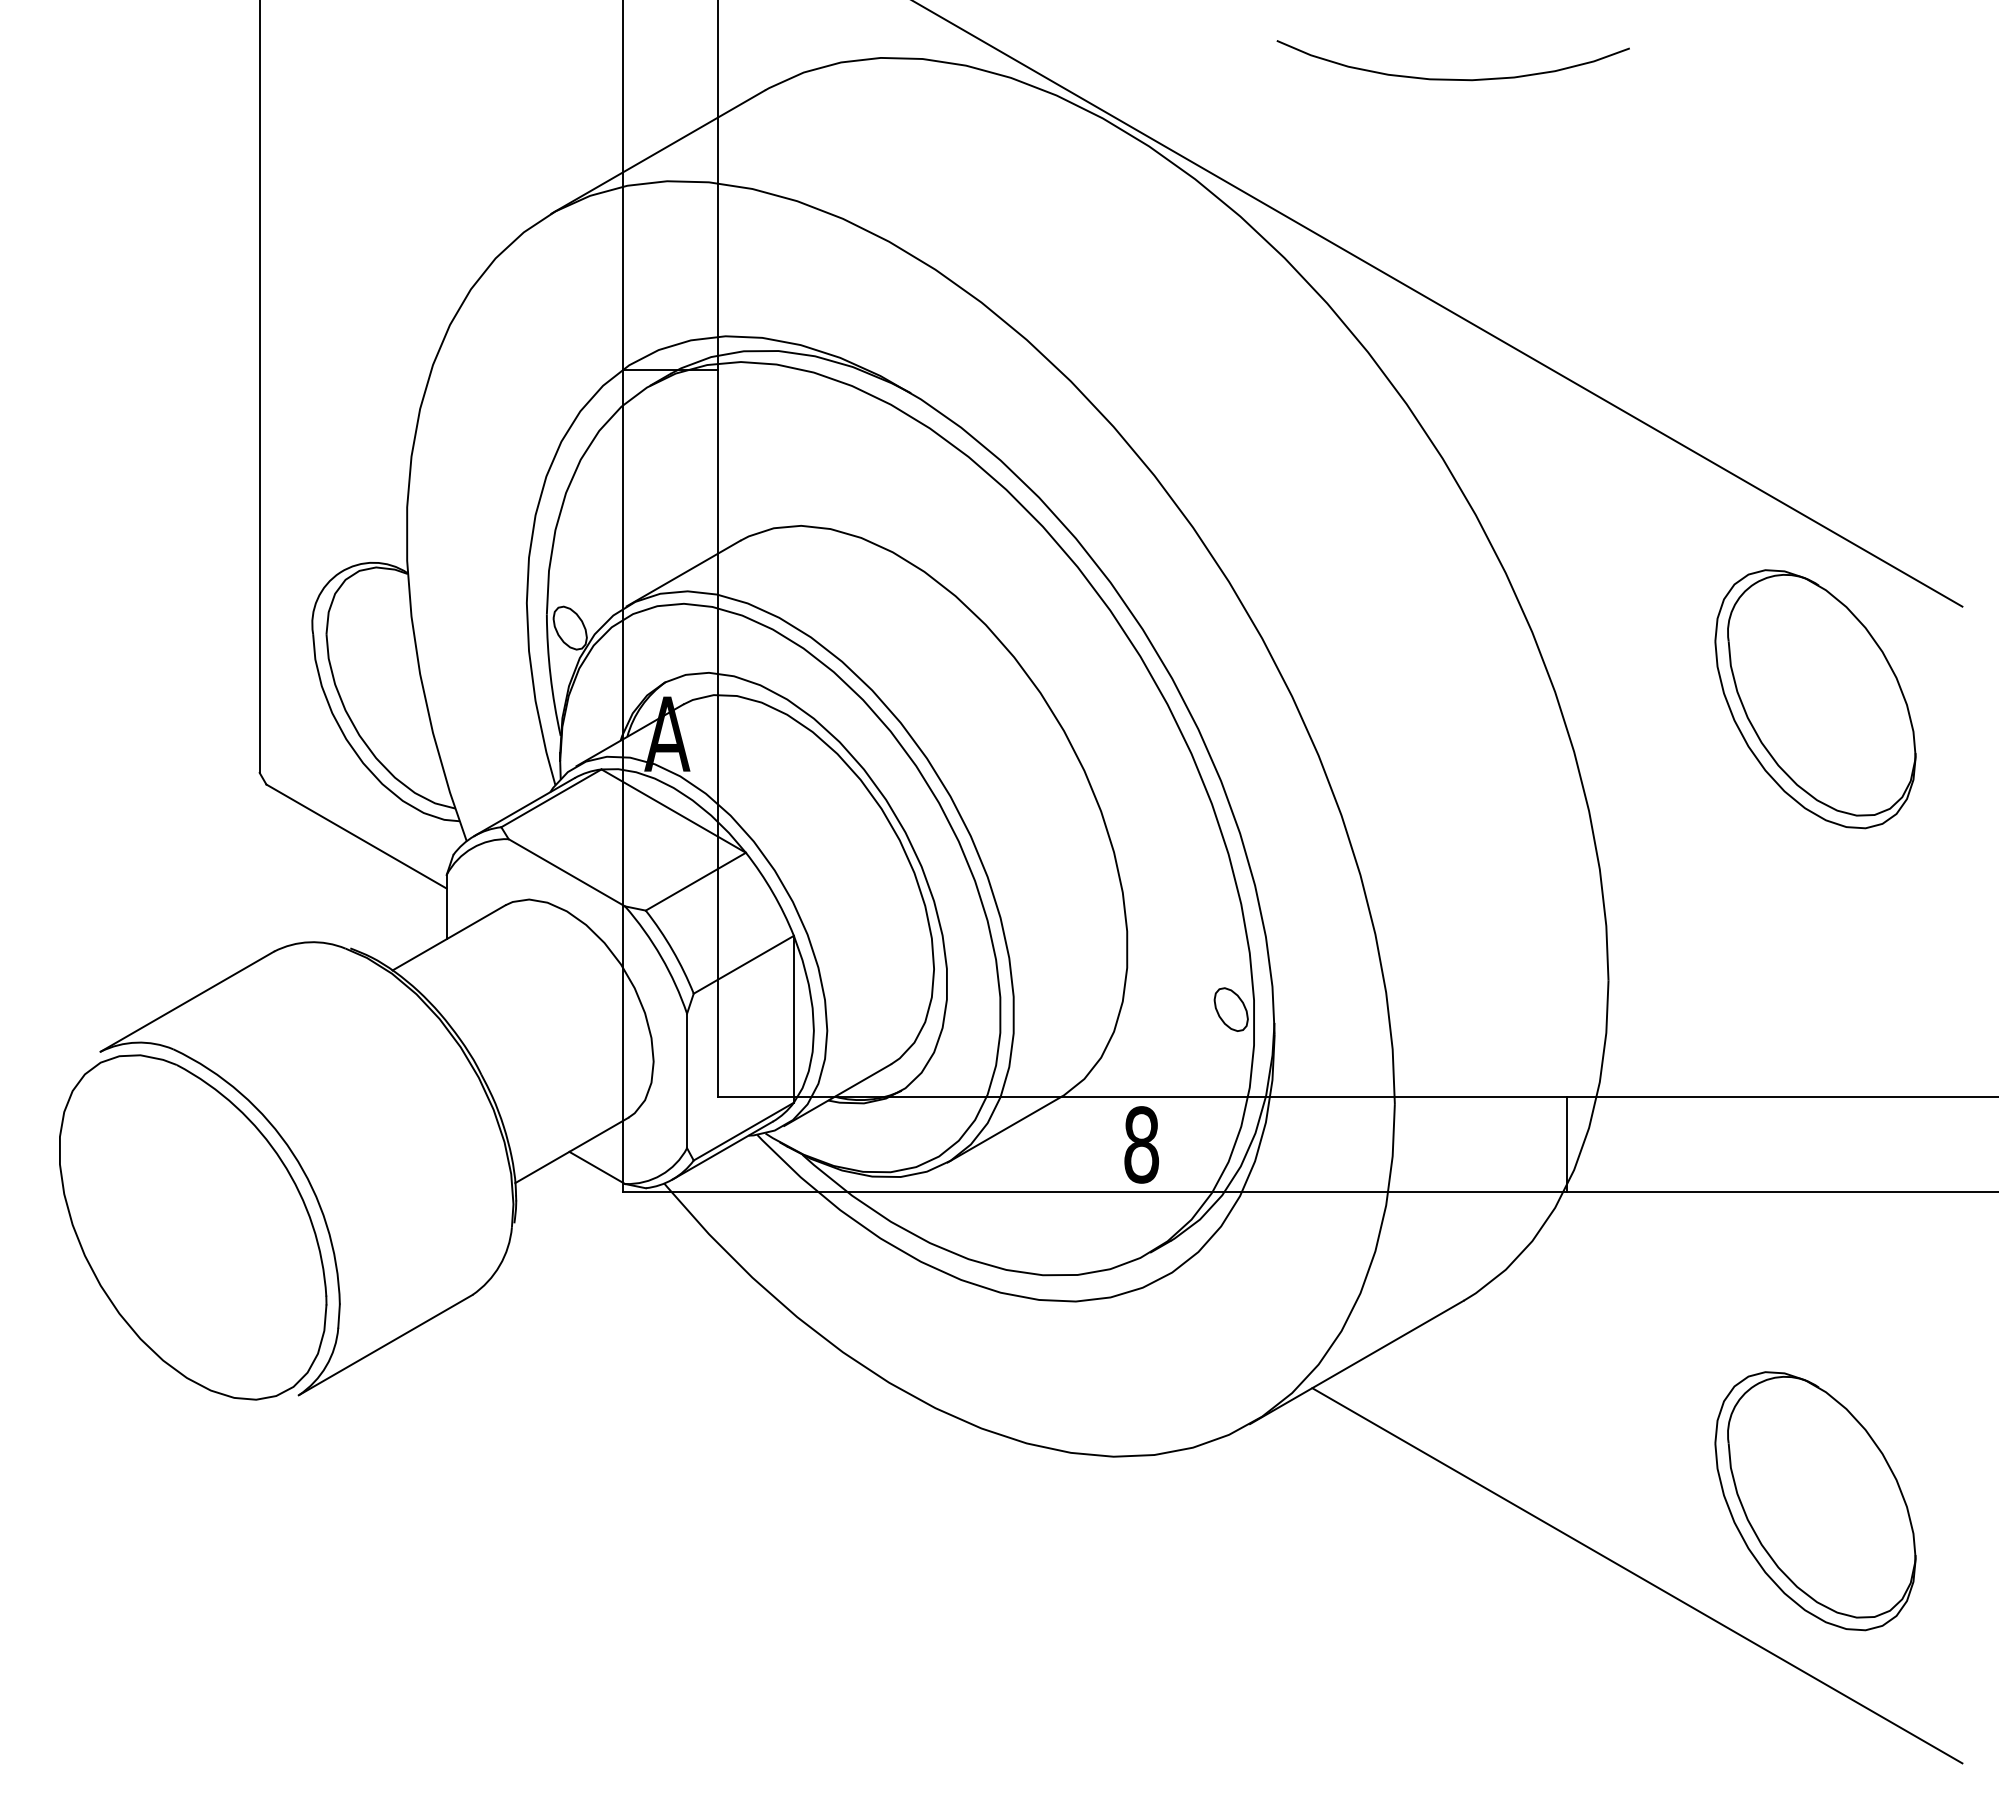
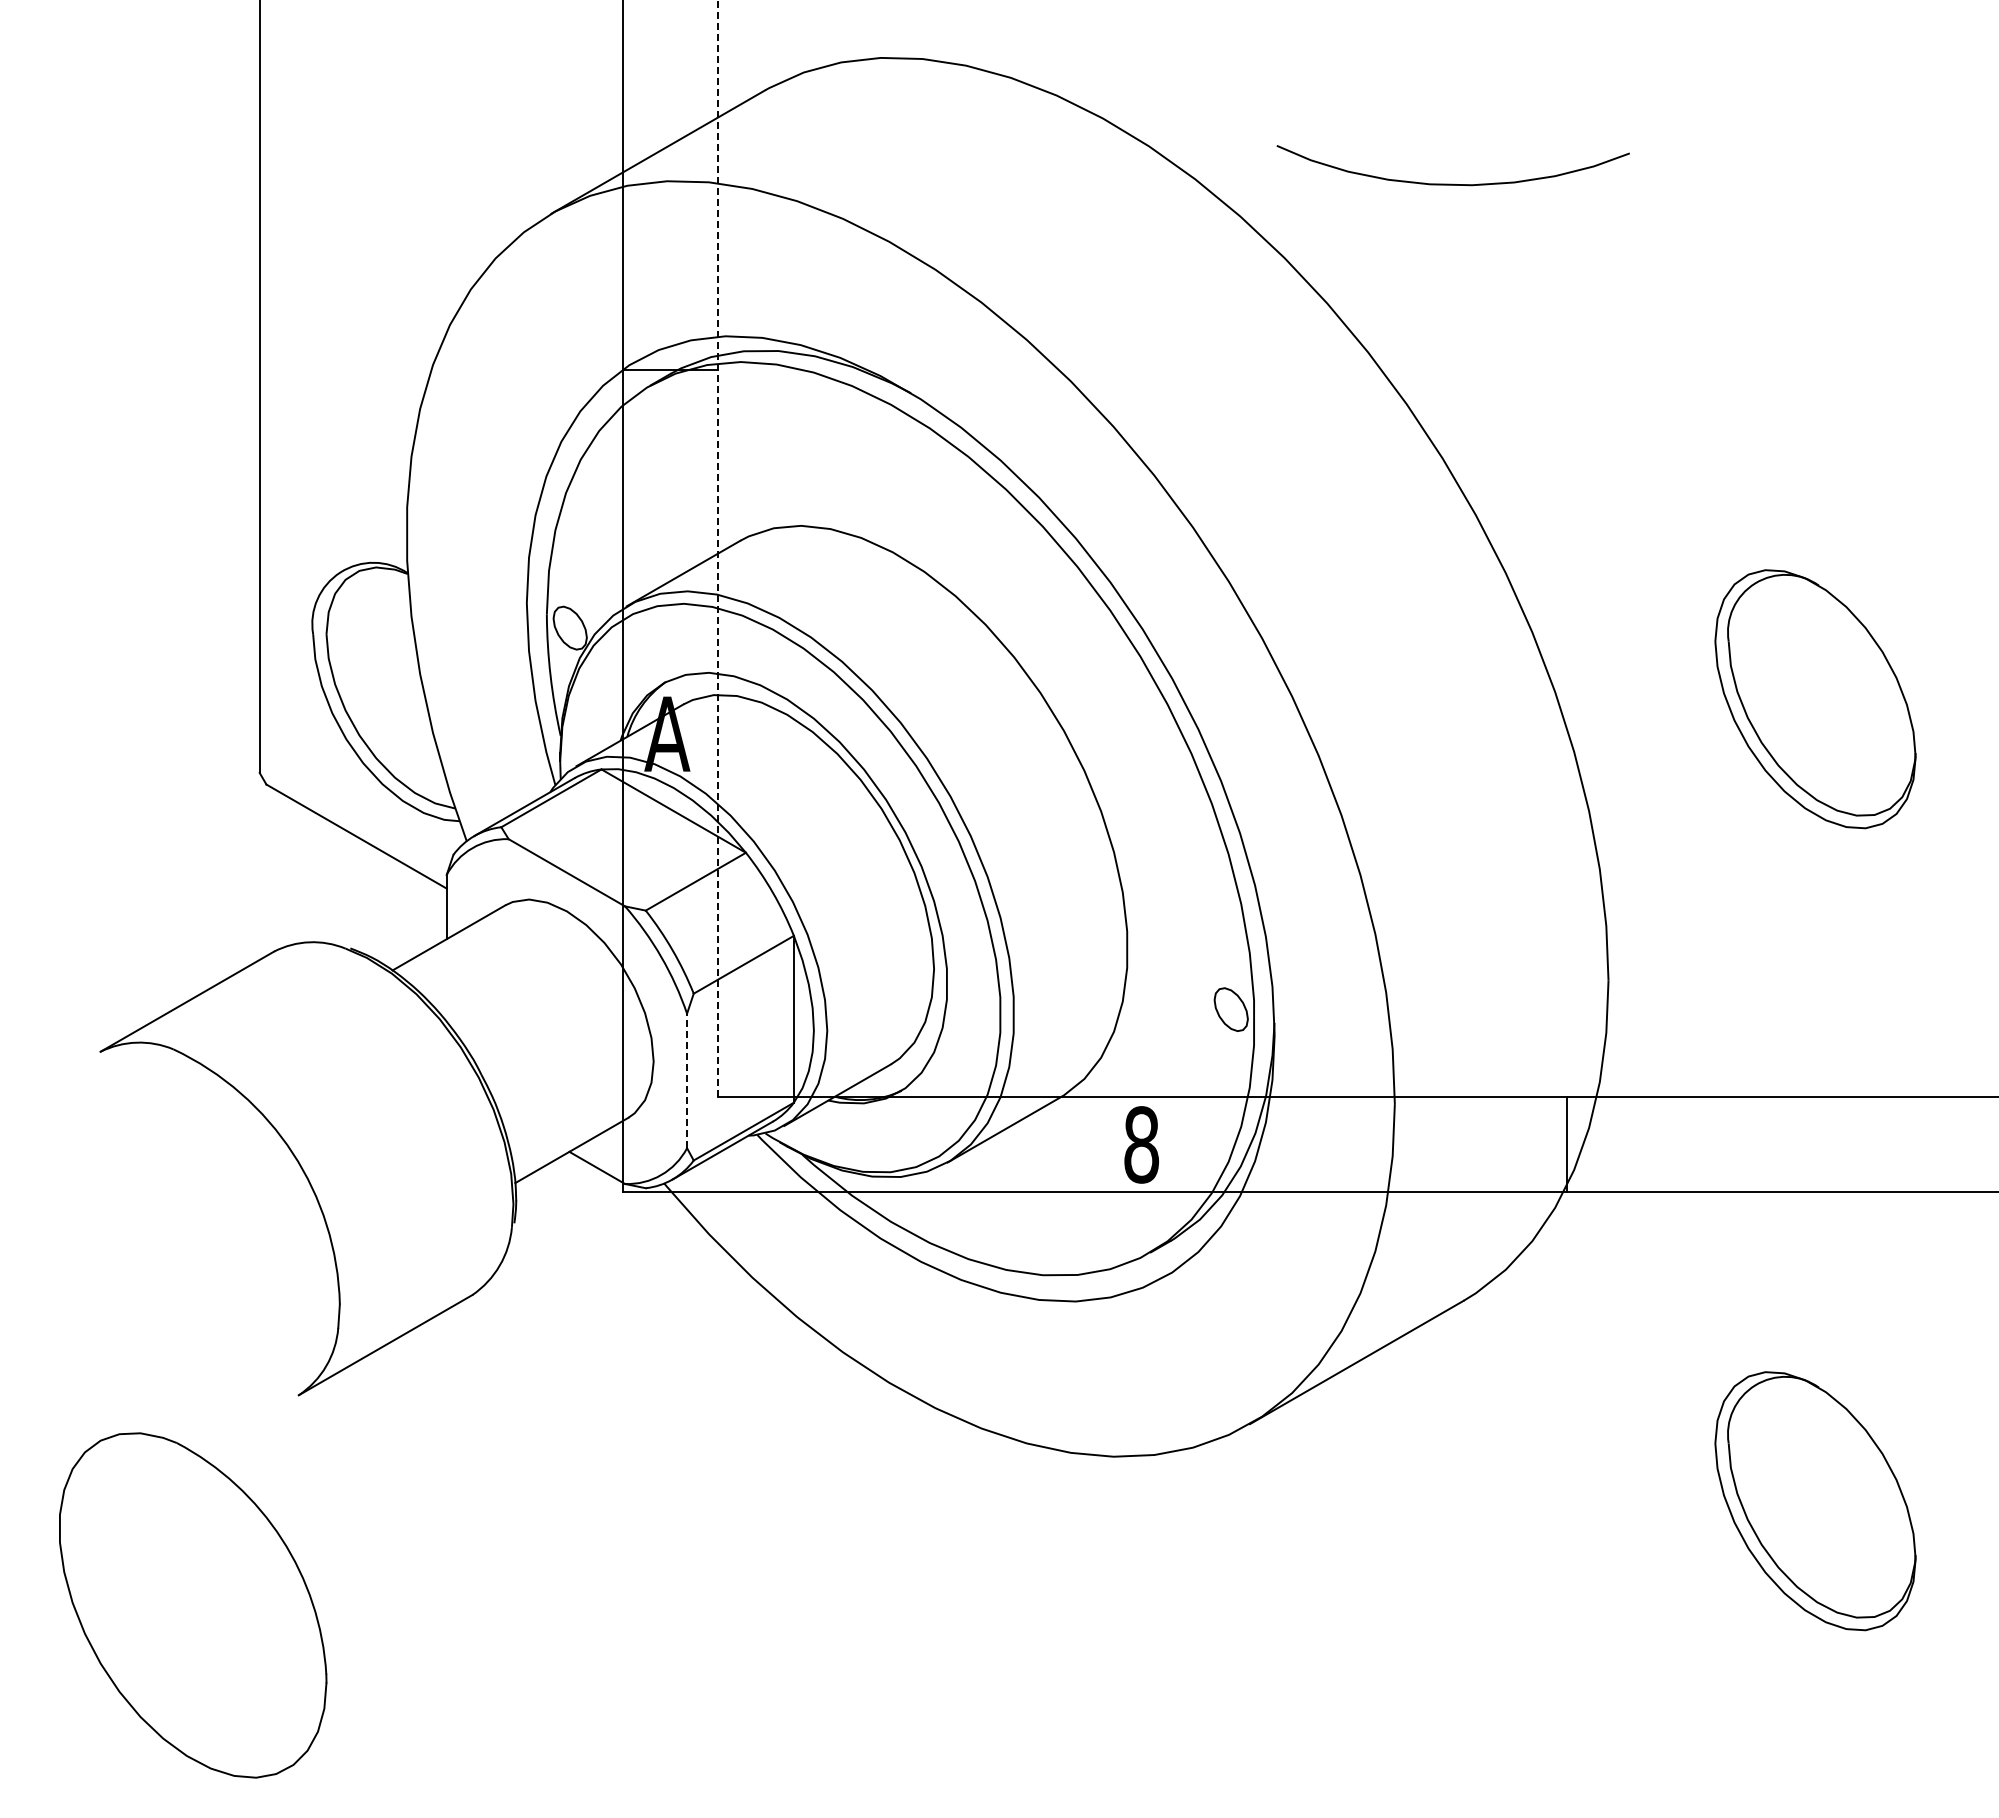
curve at (1452, 78) position: (1452, 78) -> (1452, 183)
line at (1438, 304): present -> none
line at (717, 548): solid -> dashed
line at (687, 1080): solid -> dashed
part at (193, 1227) position: (193, 1227) -> (193, 1605)
line at (1637, 1575): present -> none
